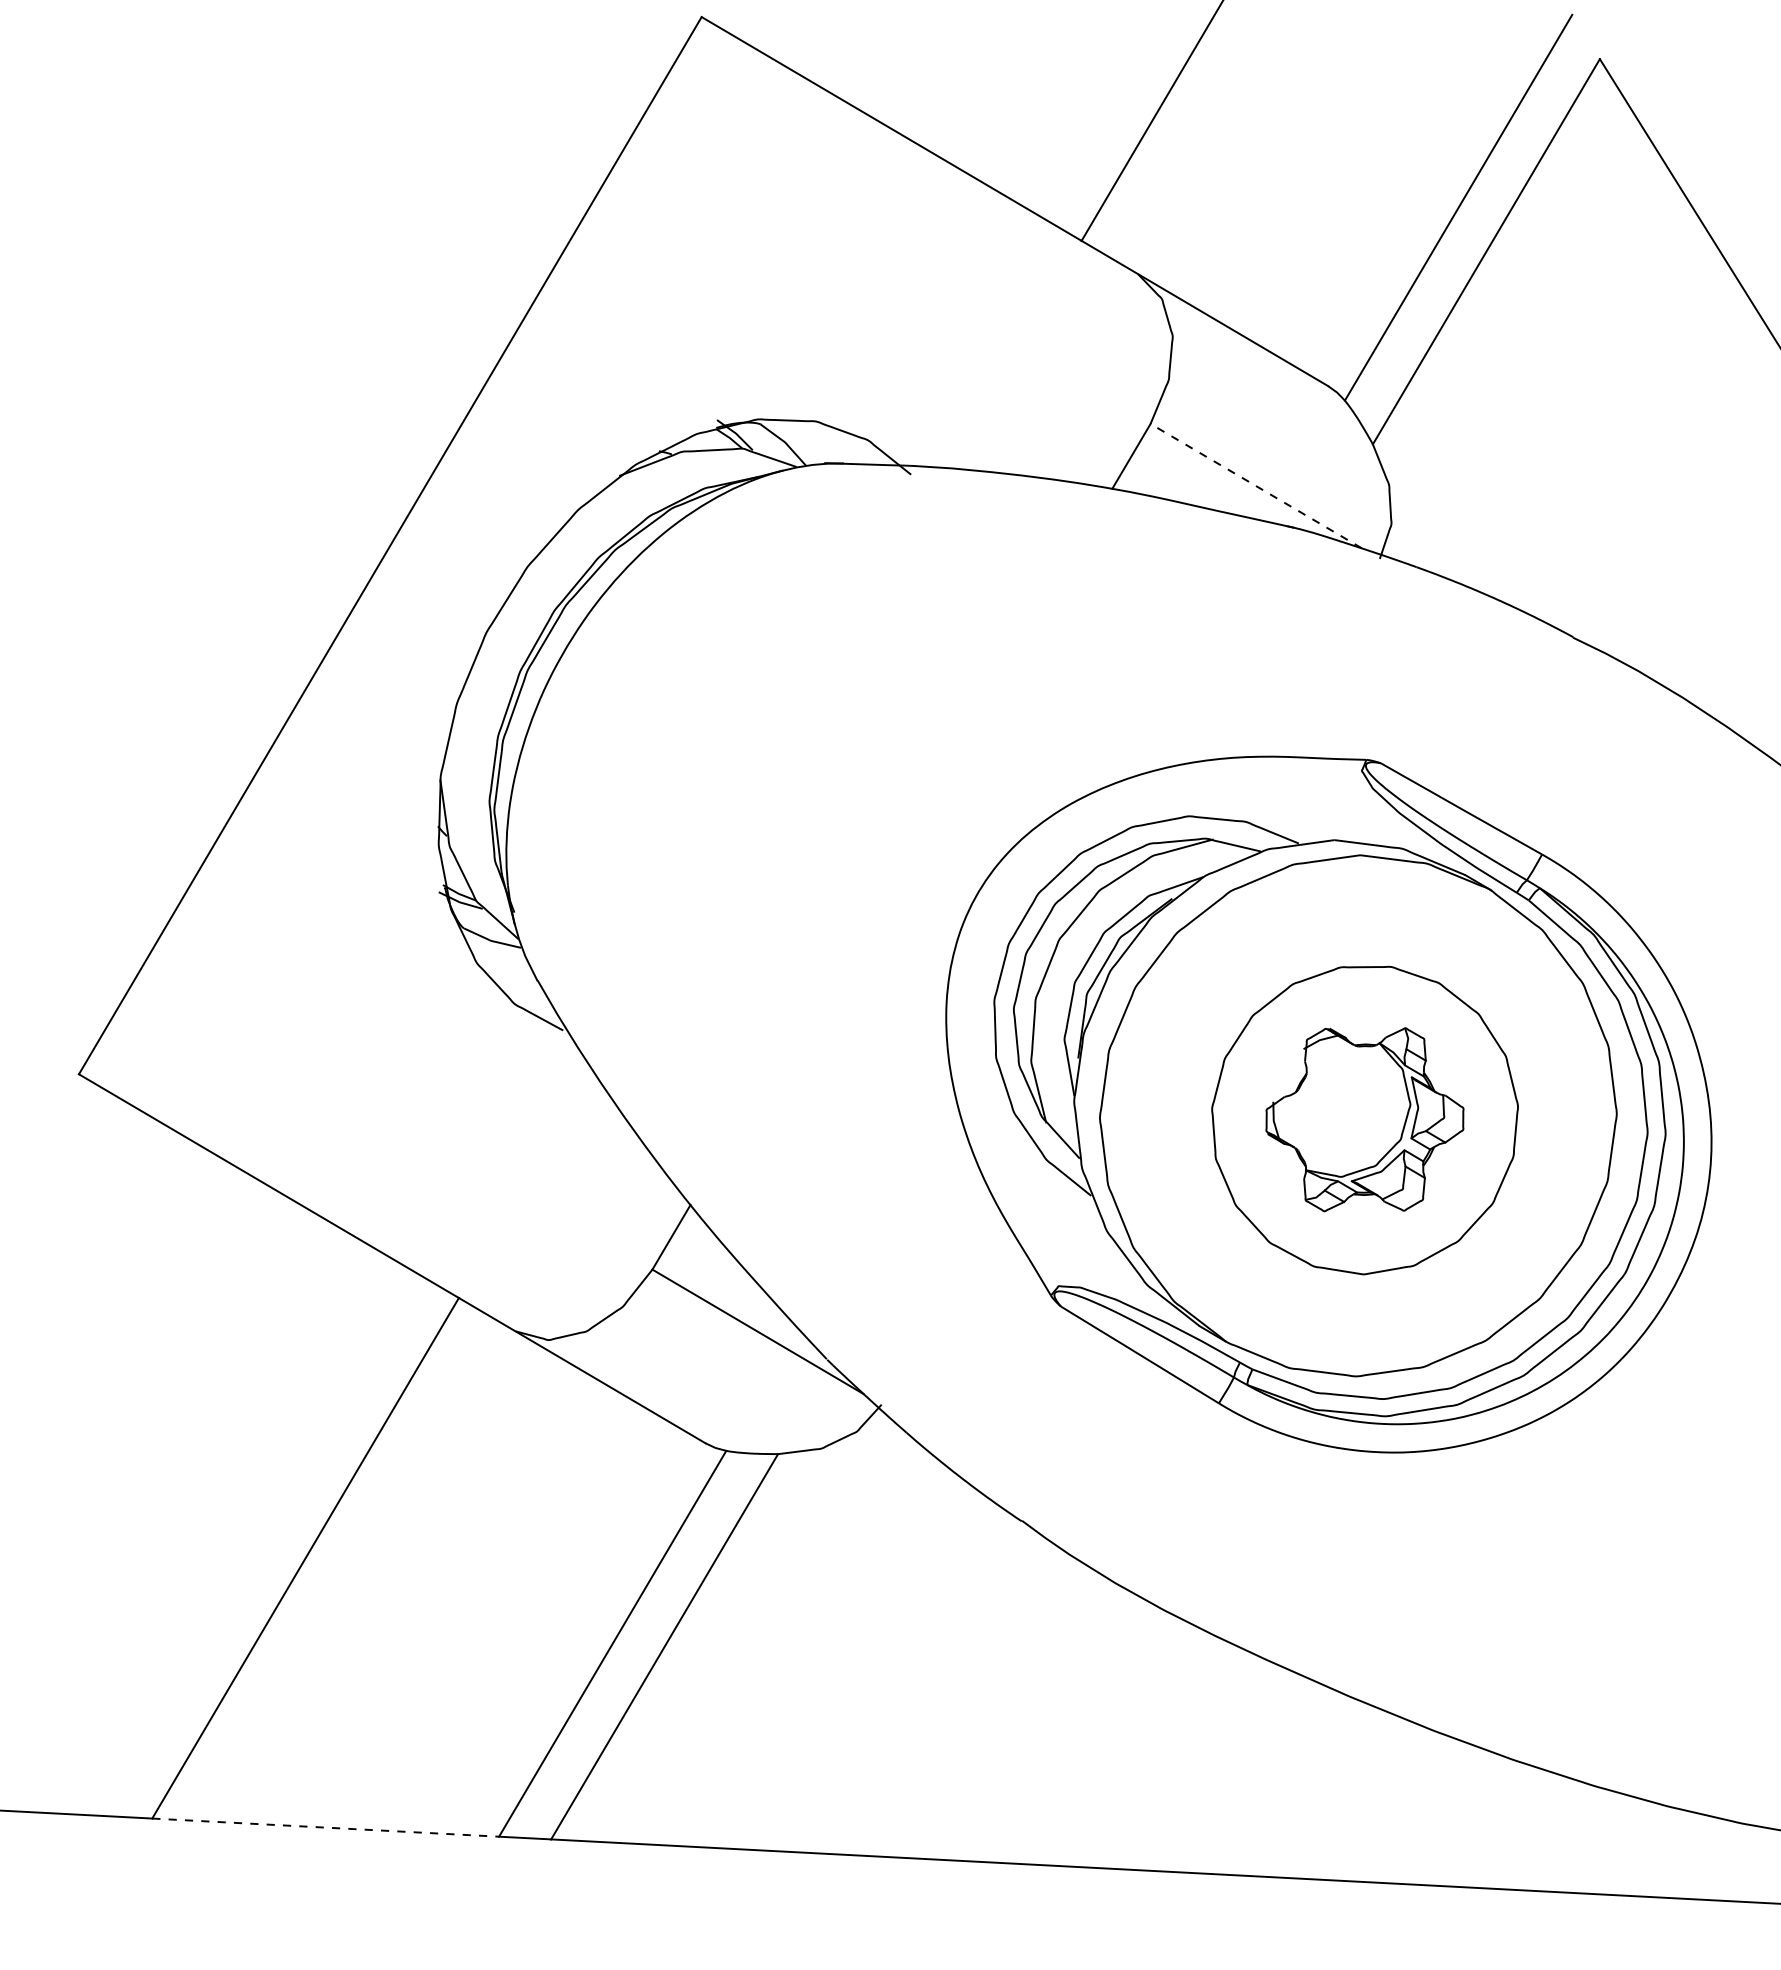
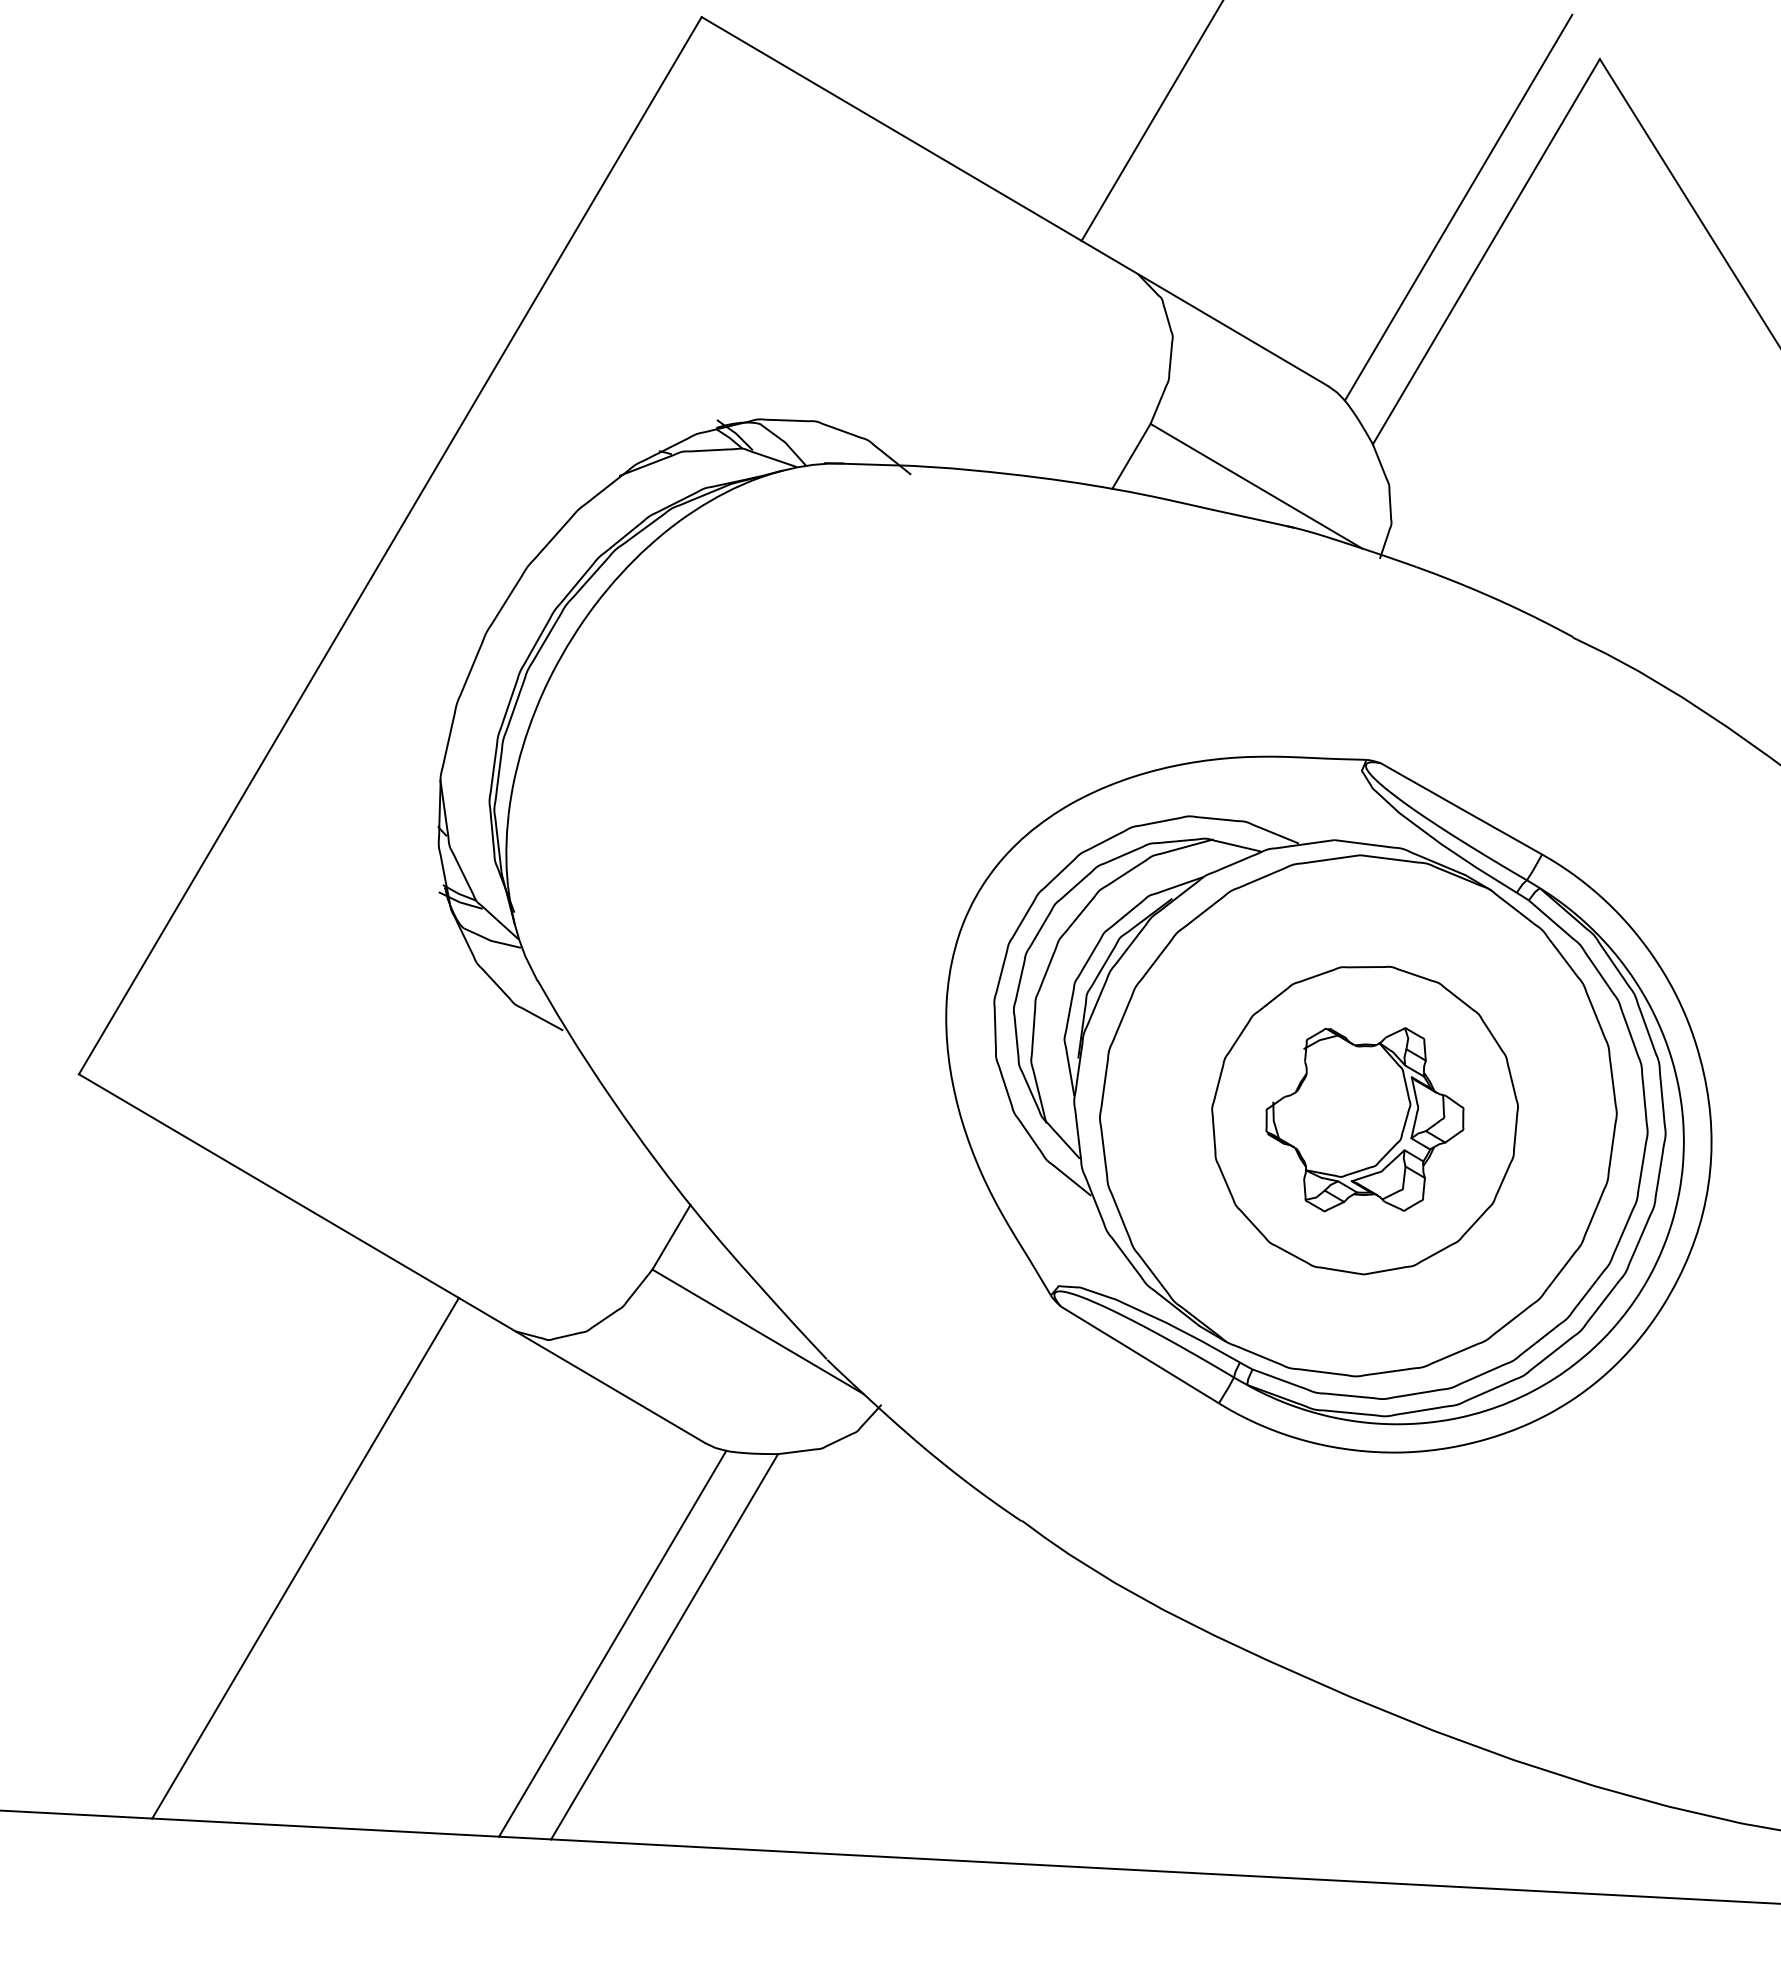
line at (1256, 486): dashed -> solid
line at (325, 1827): dashed -> solid
